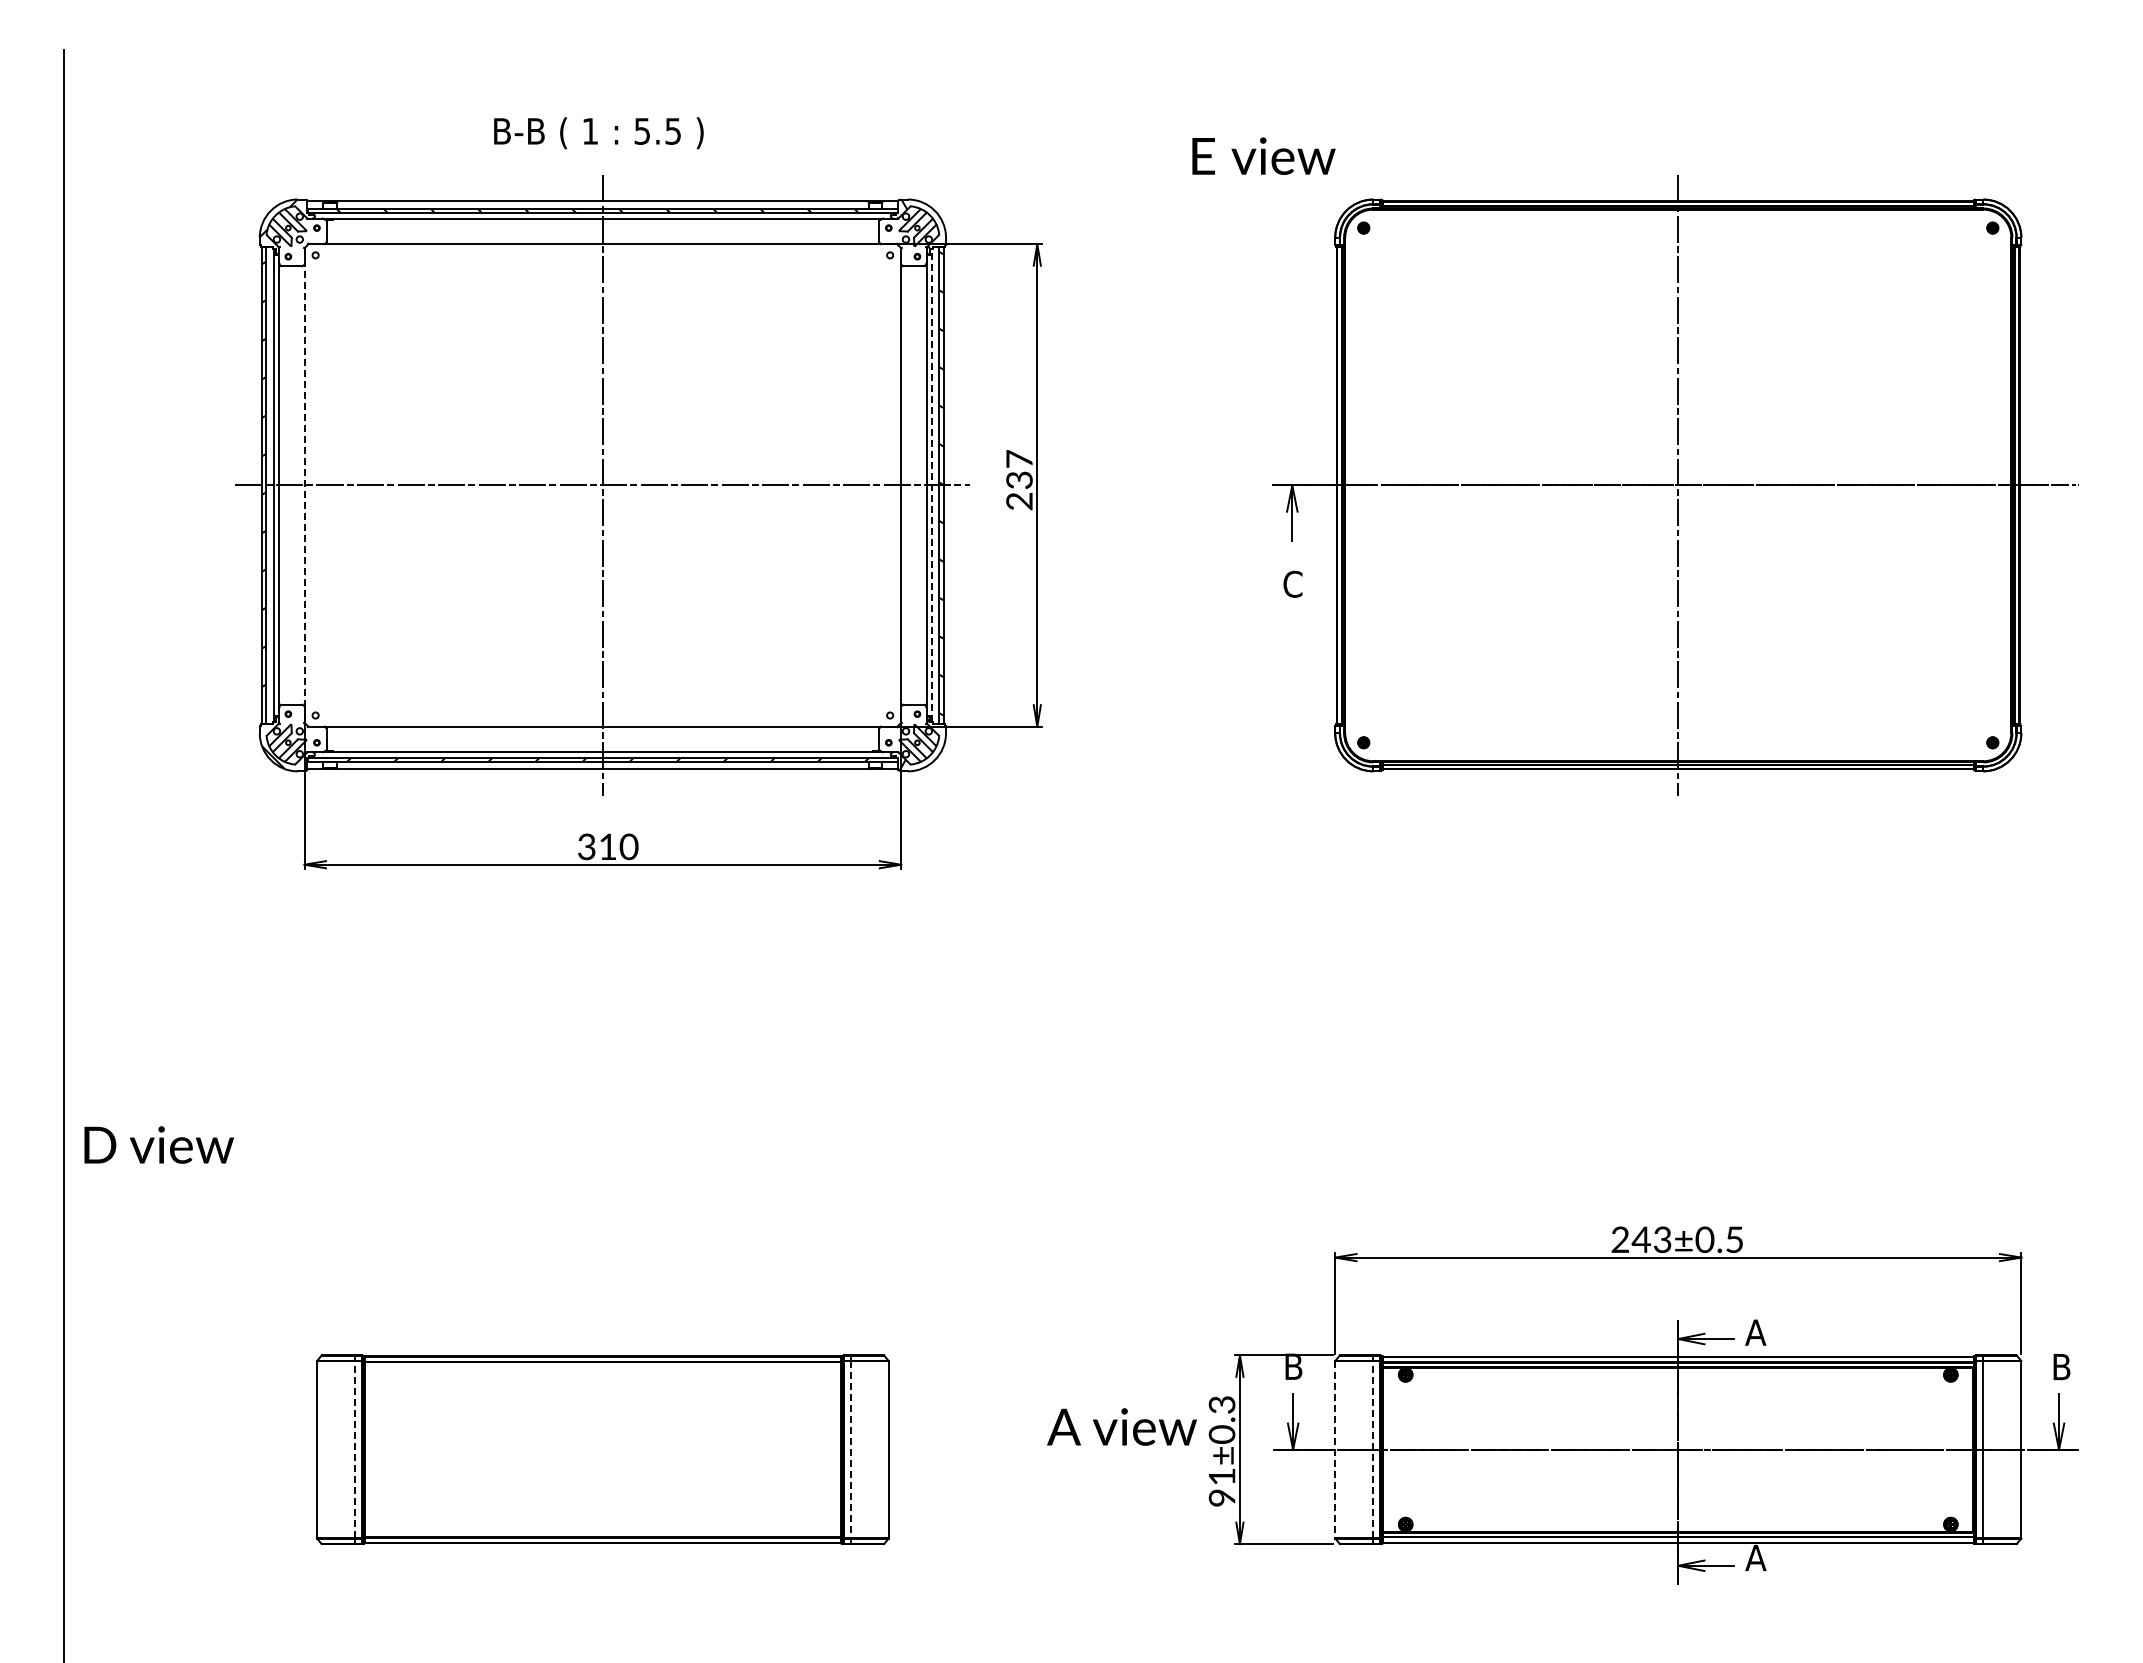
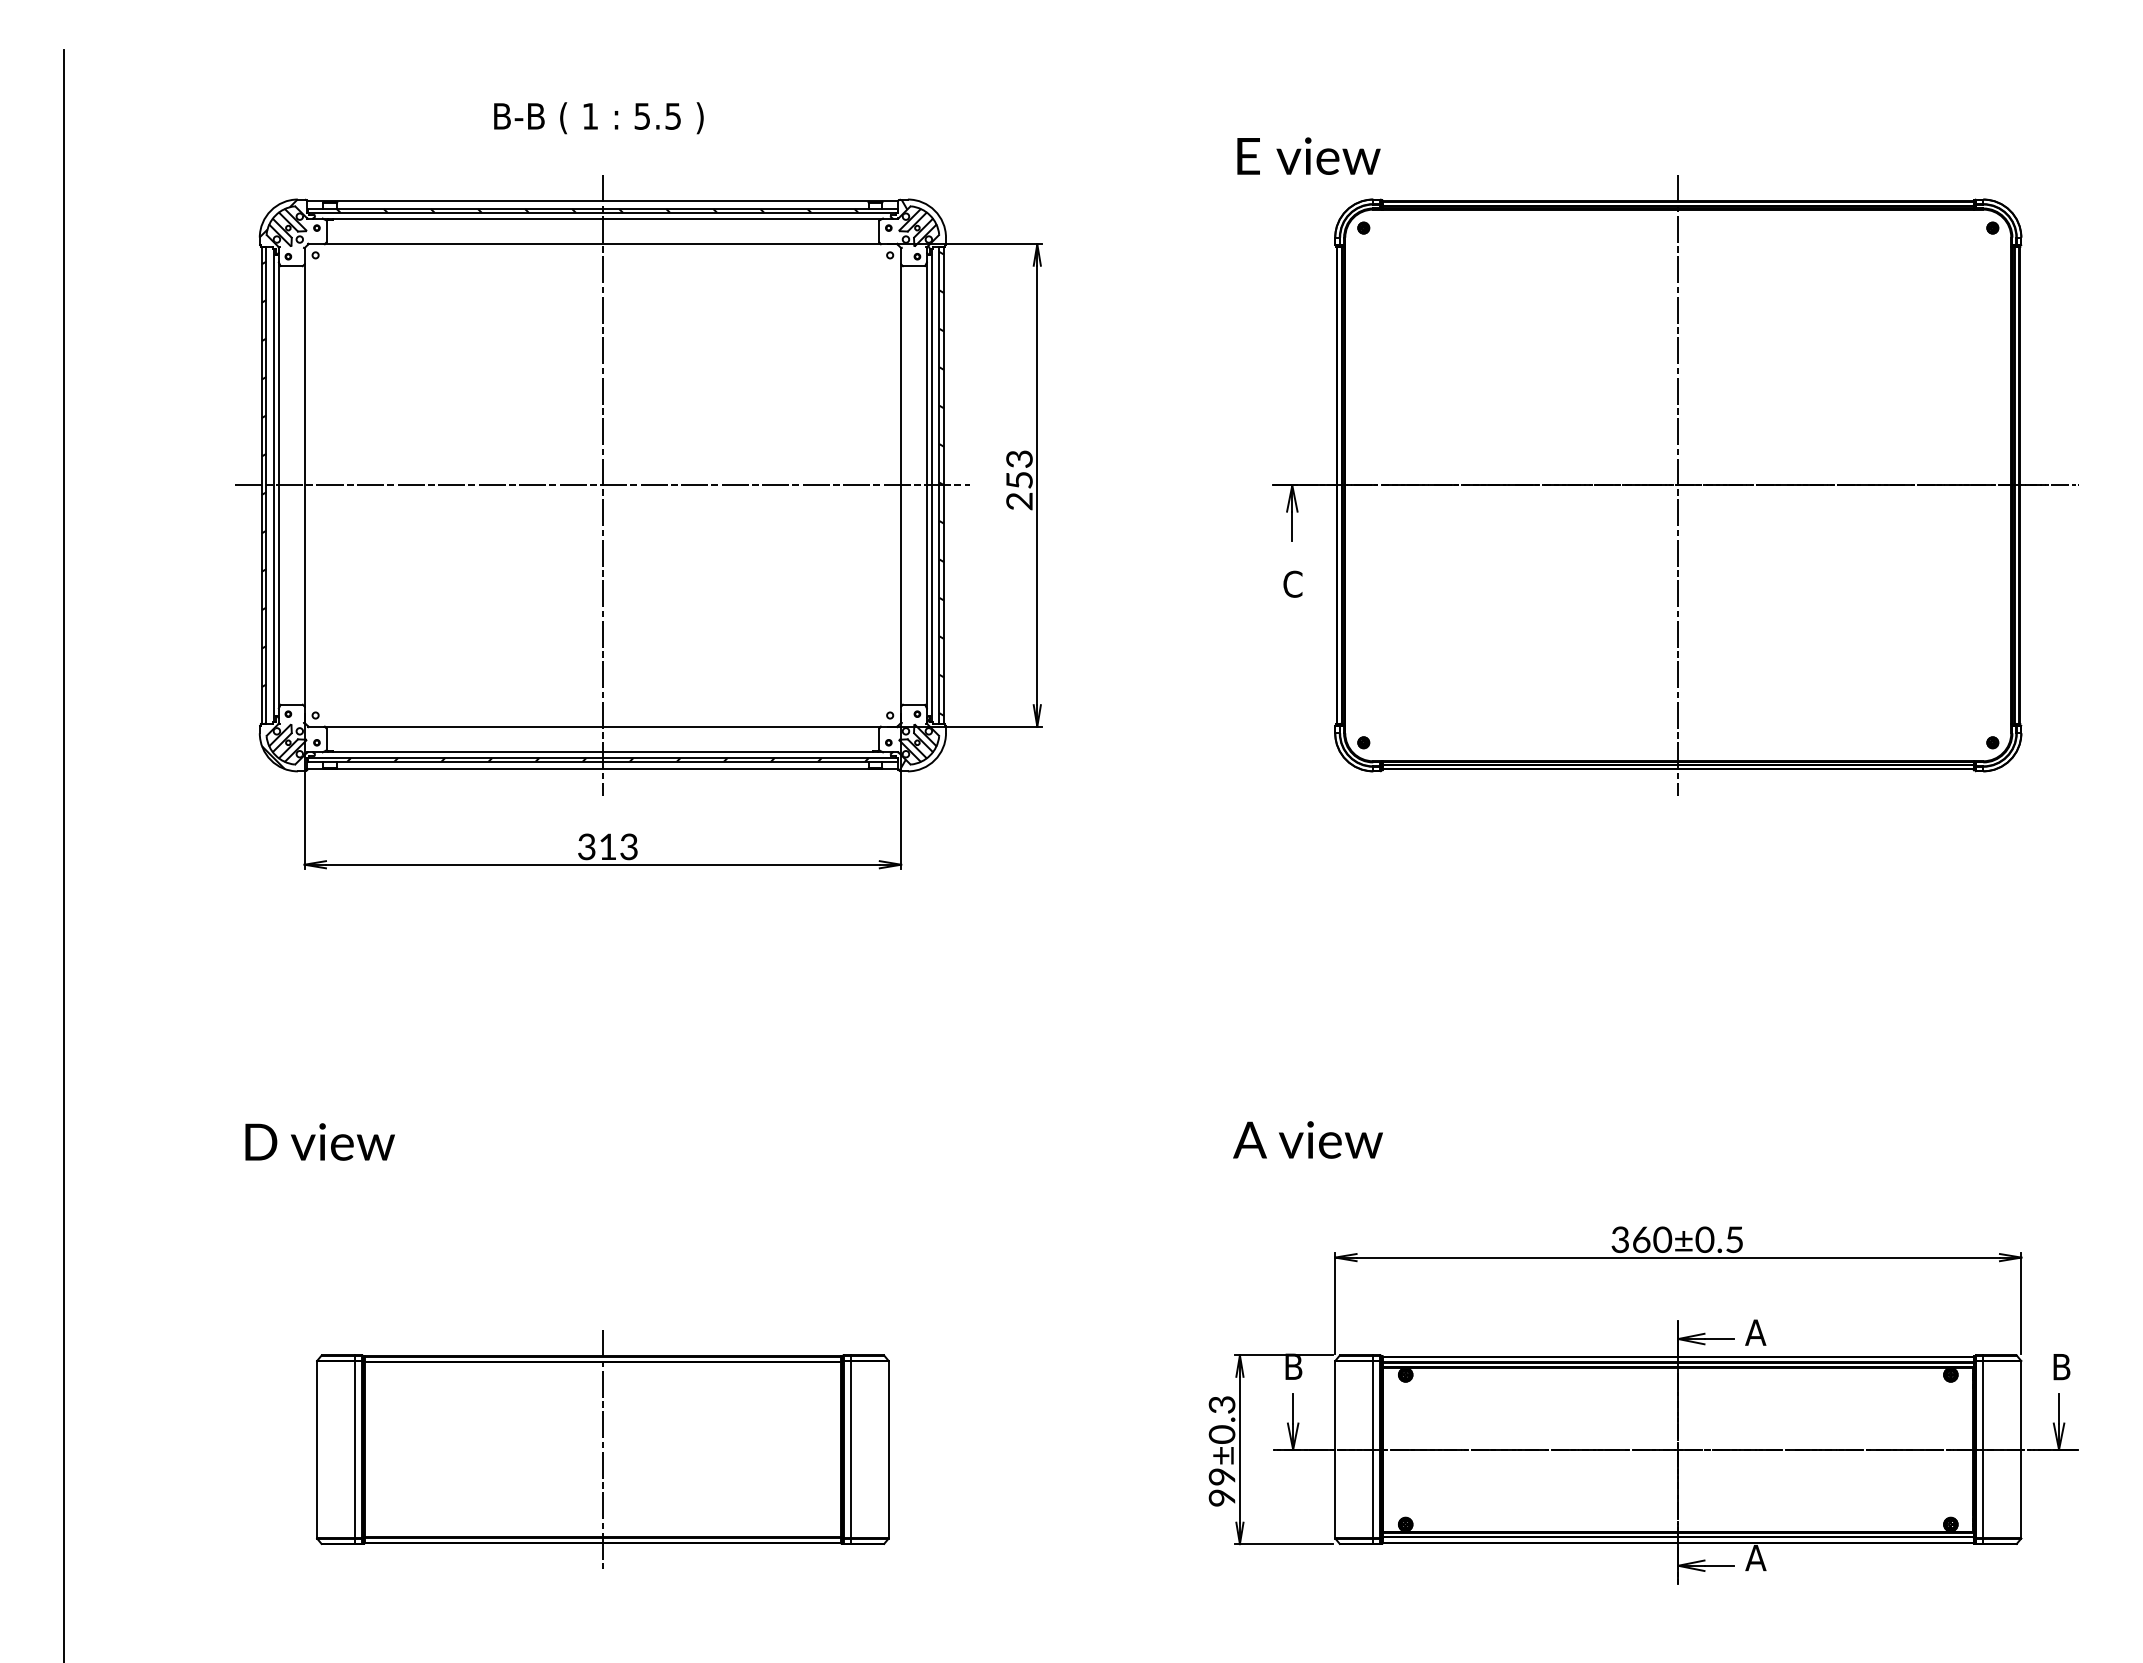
text at (598, 133) position: (598, 133) -> (598, 118)
text at (1263, 155) position: (1263, 155) -> (1308, 155)
text at (1019, 469): 237 -> 253
line at (304, 484): dashed -> solid
line at (931, 484): dashed -> solid
text at (628, 846): 310 -> 313
text at (158, 1144) position: (158, 1144) -> (319, 1141)
text at (1641, 1239): 243±0.5 -> 360±0.5
text at (1121, 1426) position: (1121, 1426) -> (1307, 1139)
line at (355, 1449): dashed -> solid
line at (602, 1449): none -> present
line at (1373, 1449): dashed -> solid
line at (850, 1450): dashed -> solid
line at (1335, 1450): dashed -> solid
text at (1221, 1476): 91±0.3 -> 99±0.3
